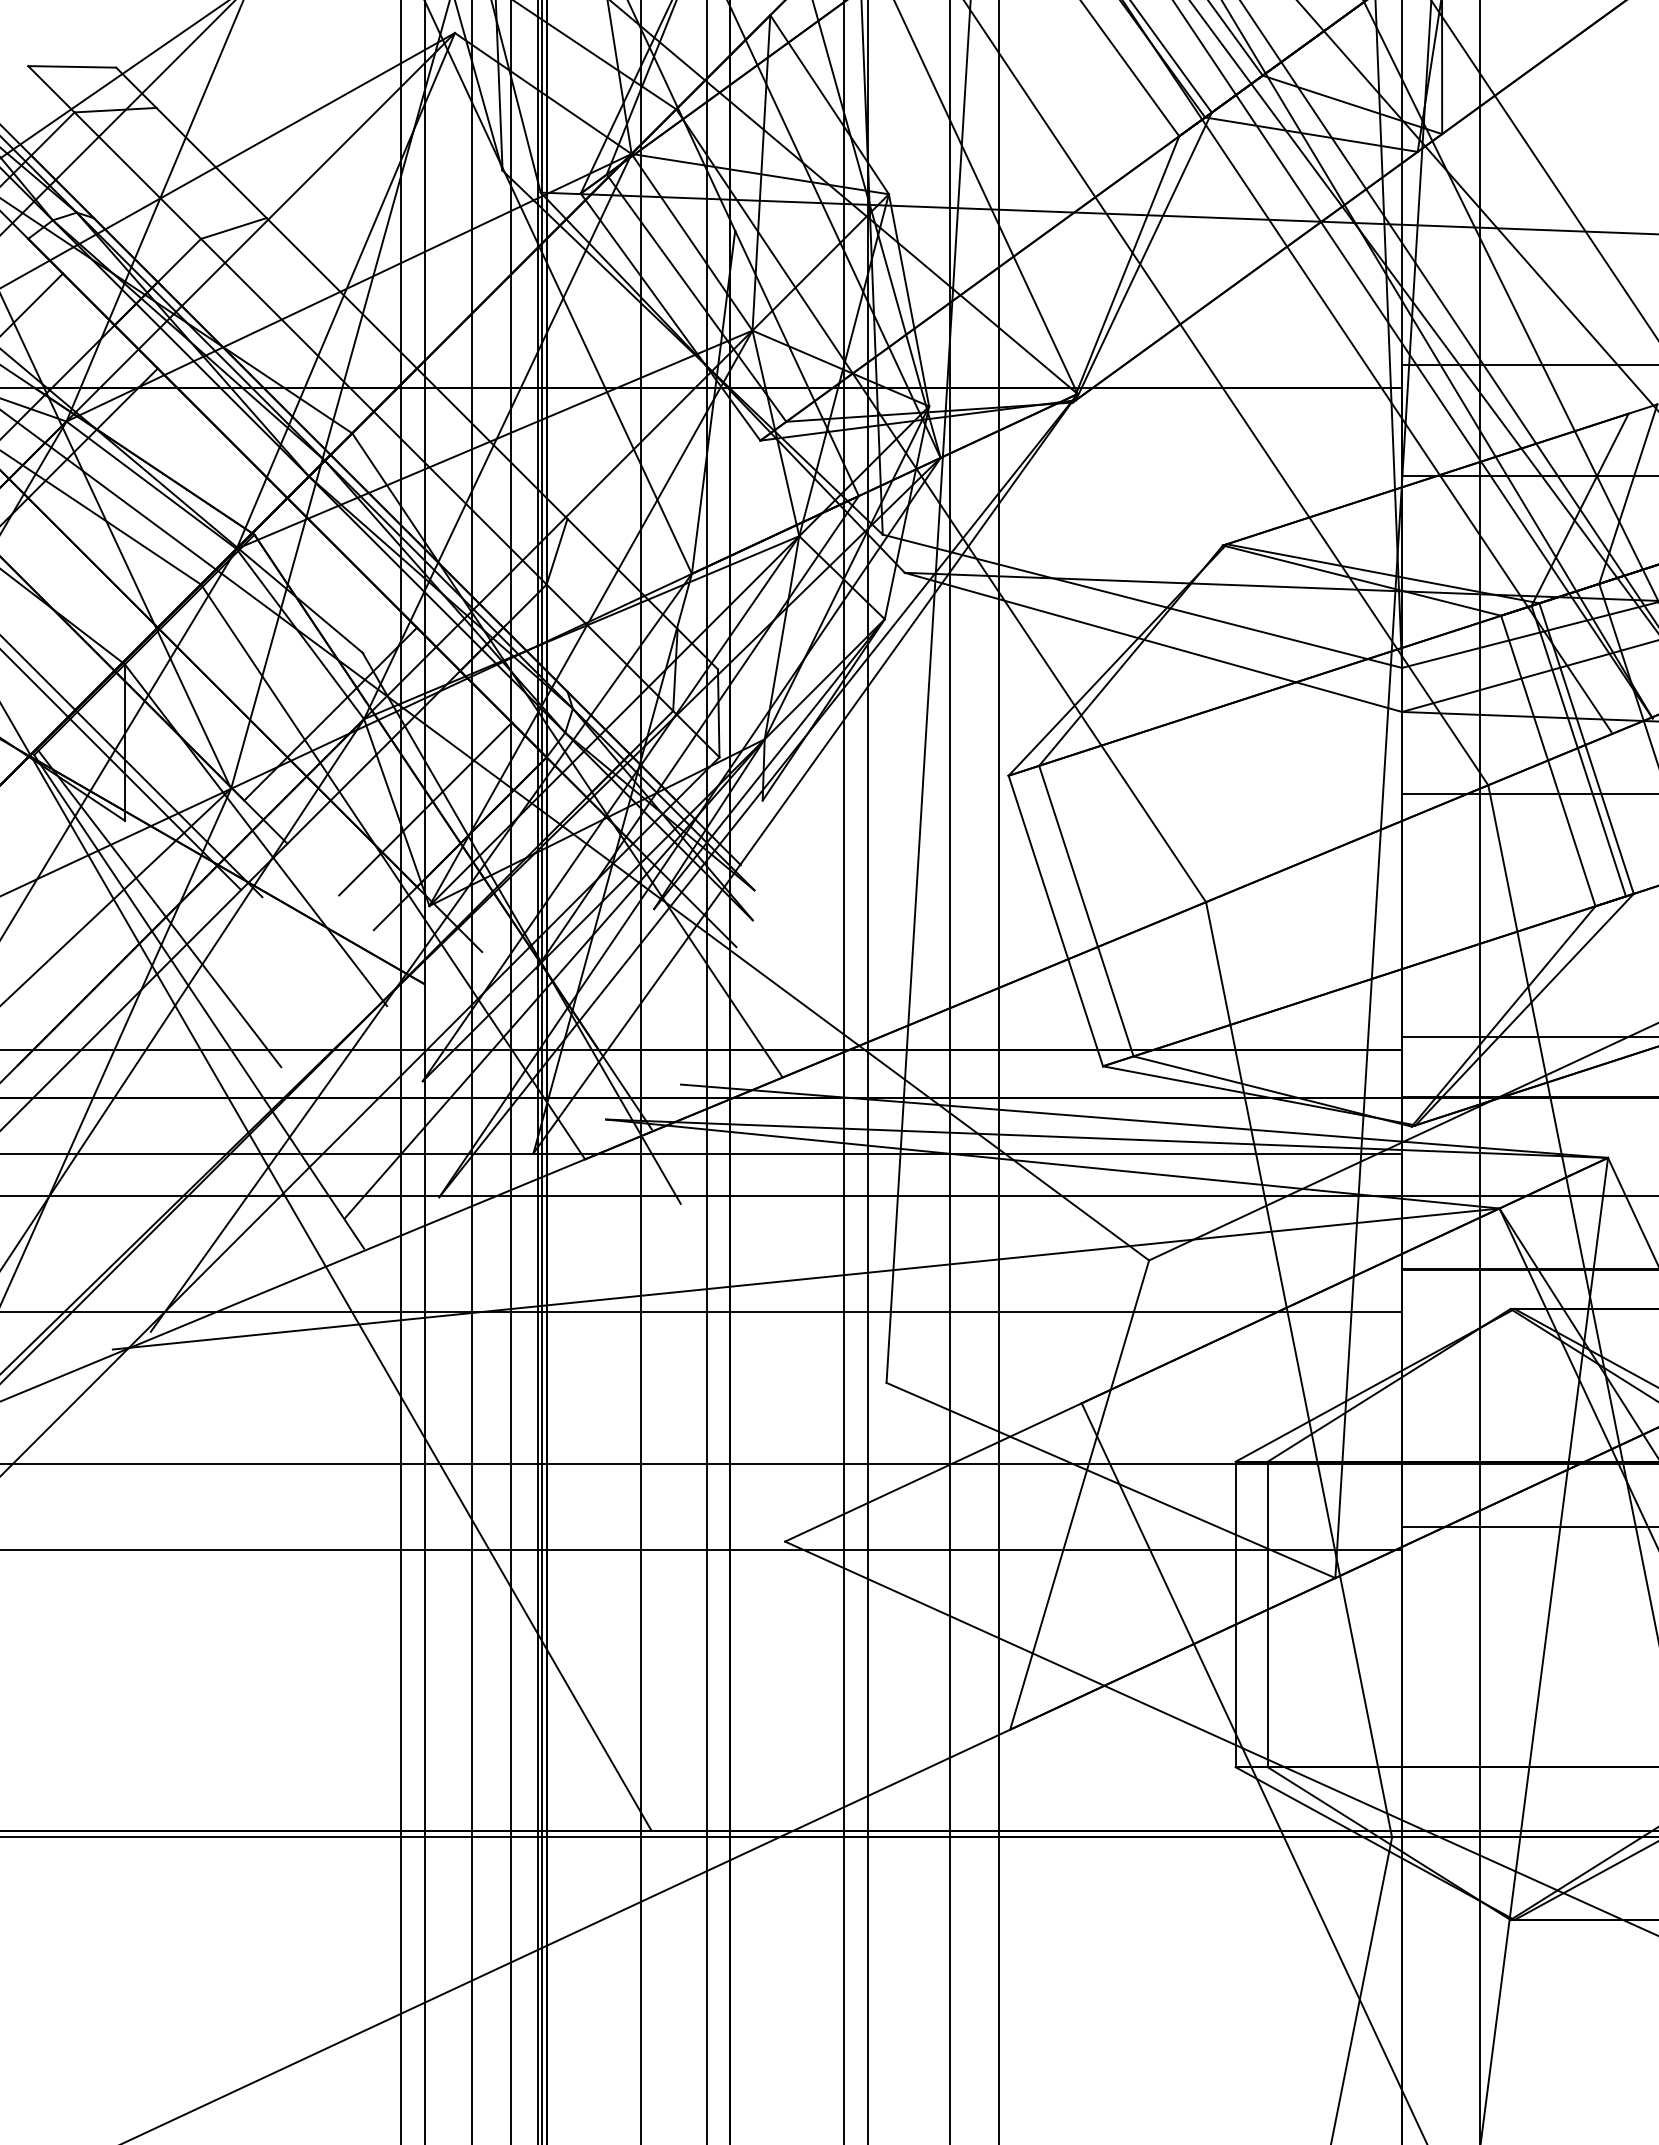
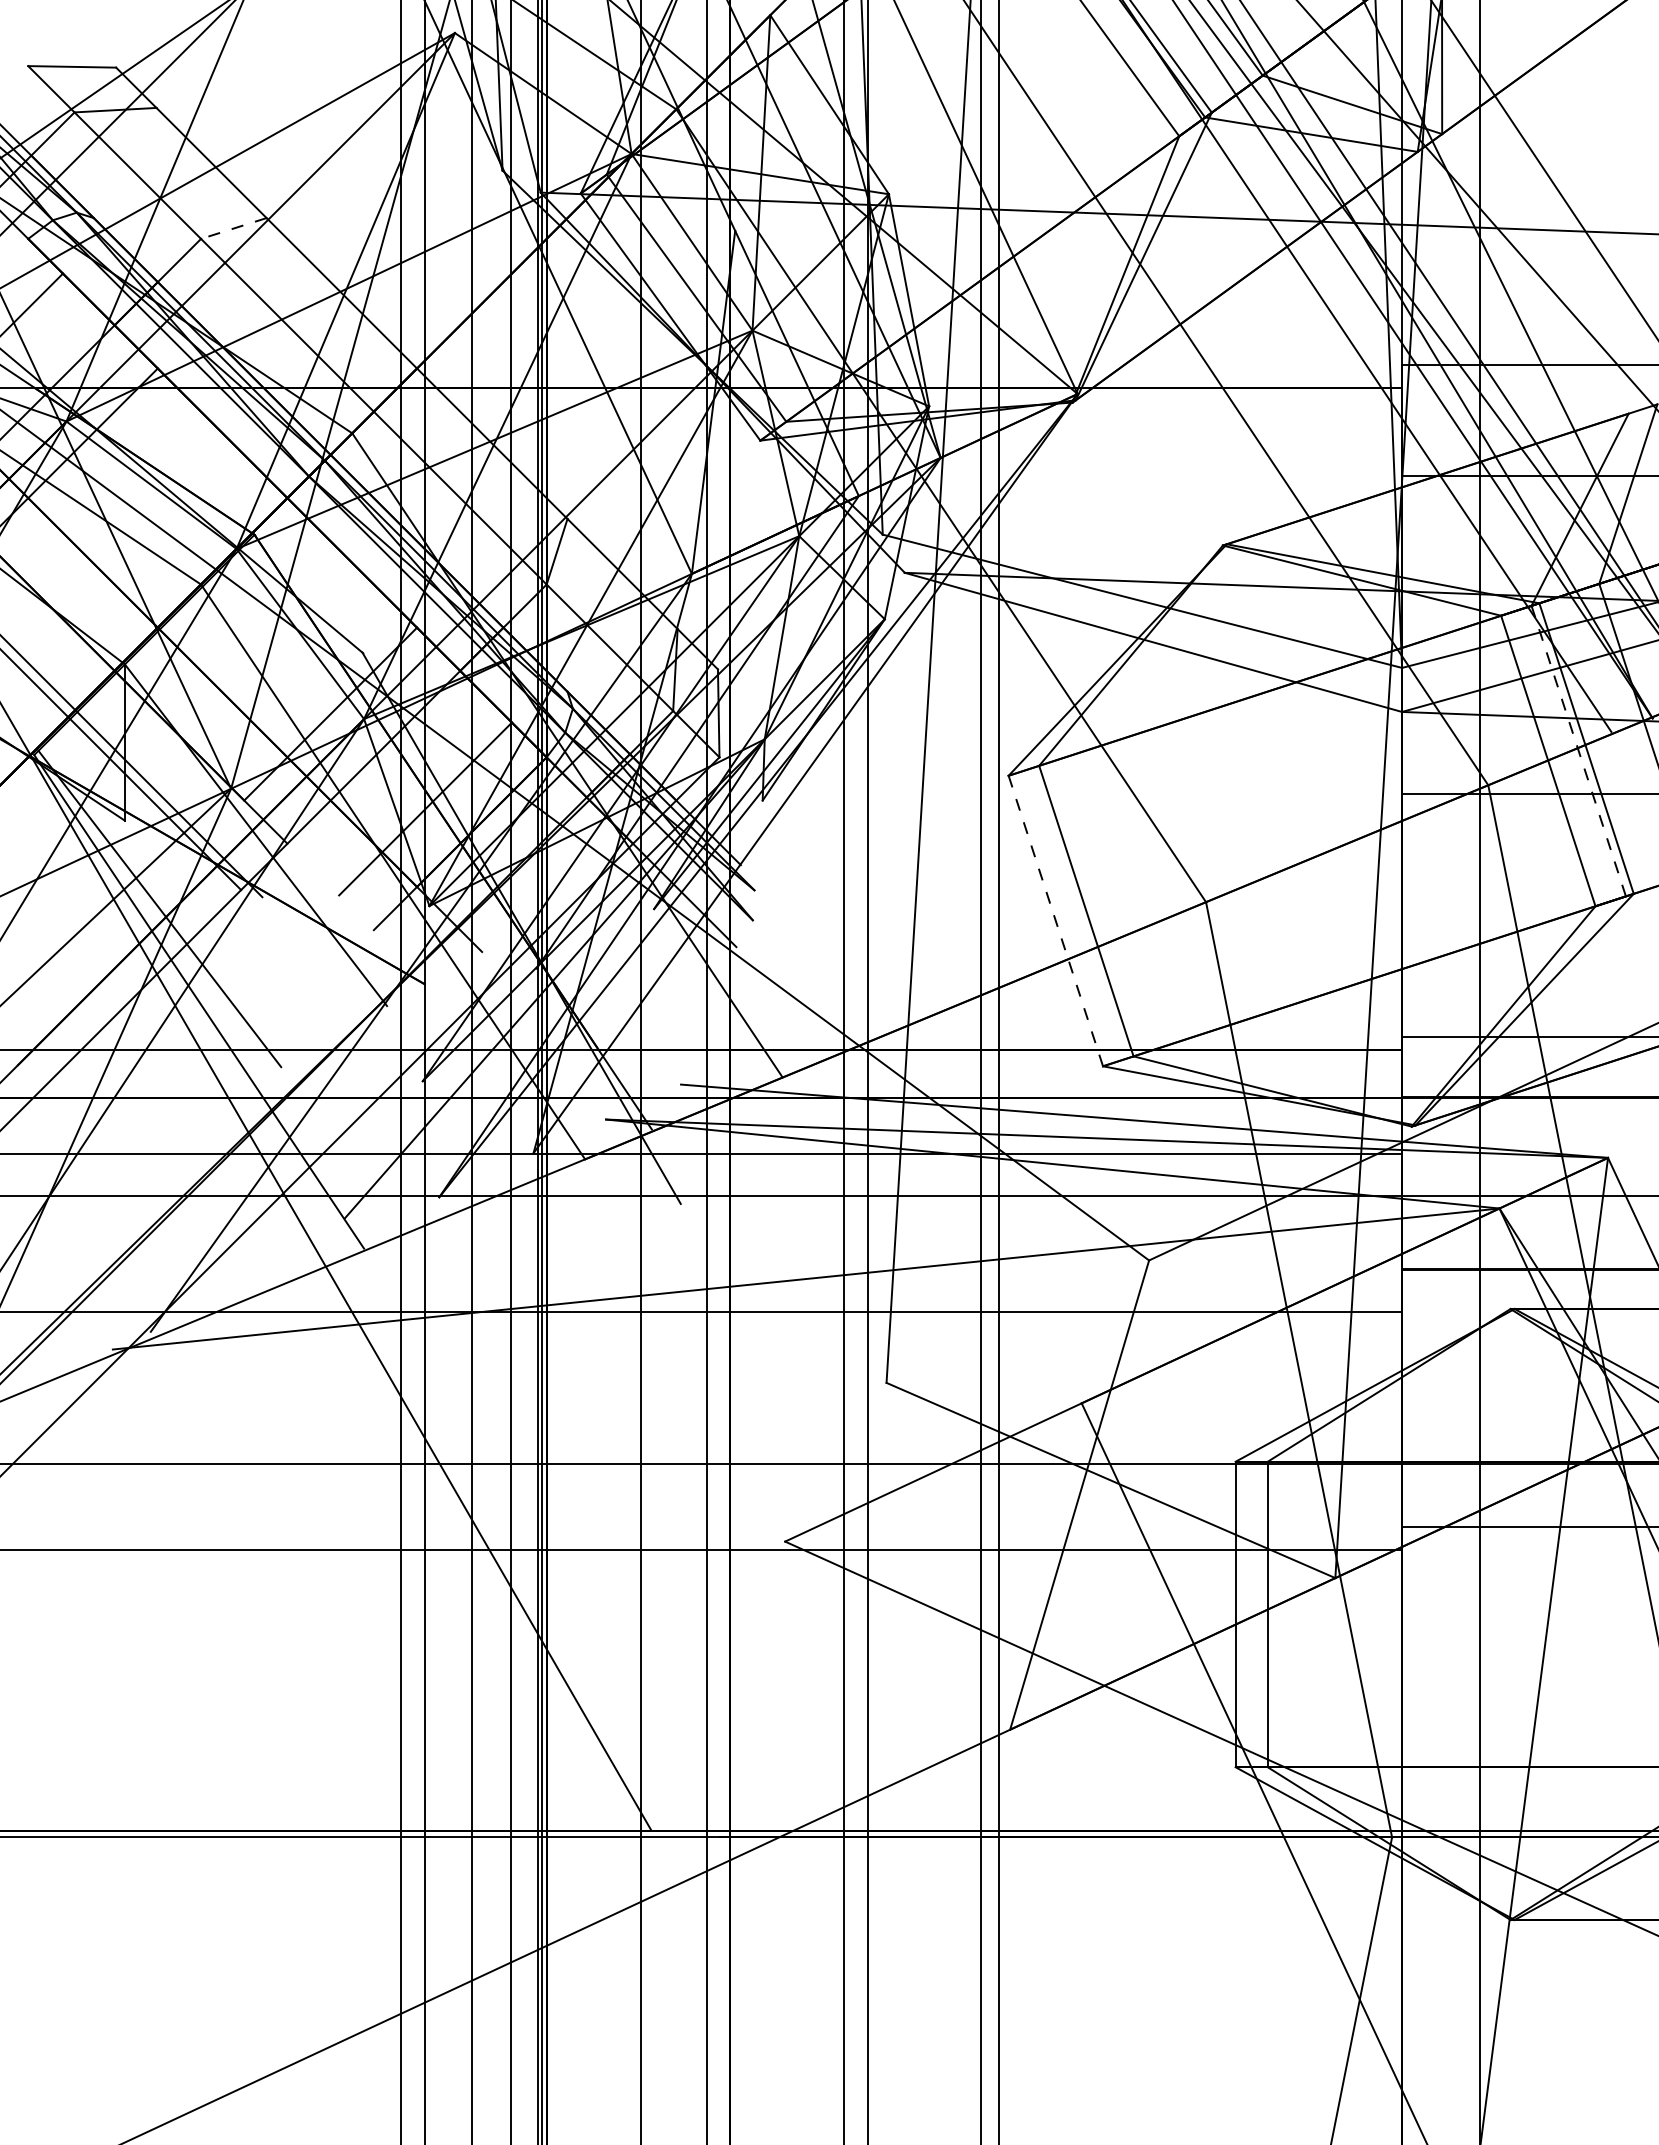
line at (233, 228): solid -> dashed
line at (1578, 751): solid -> dashed
line at (1055, 921): solid -> dashed
line at (950, 1071) position: (950, 1071) -> (981, 1071)
